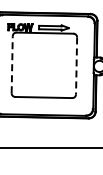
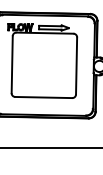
line at (12, 64): dashed -> solid
line at (76, 65): dashed -> solid
